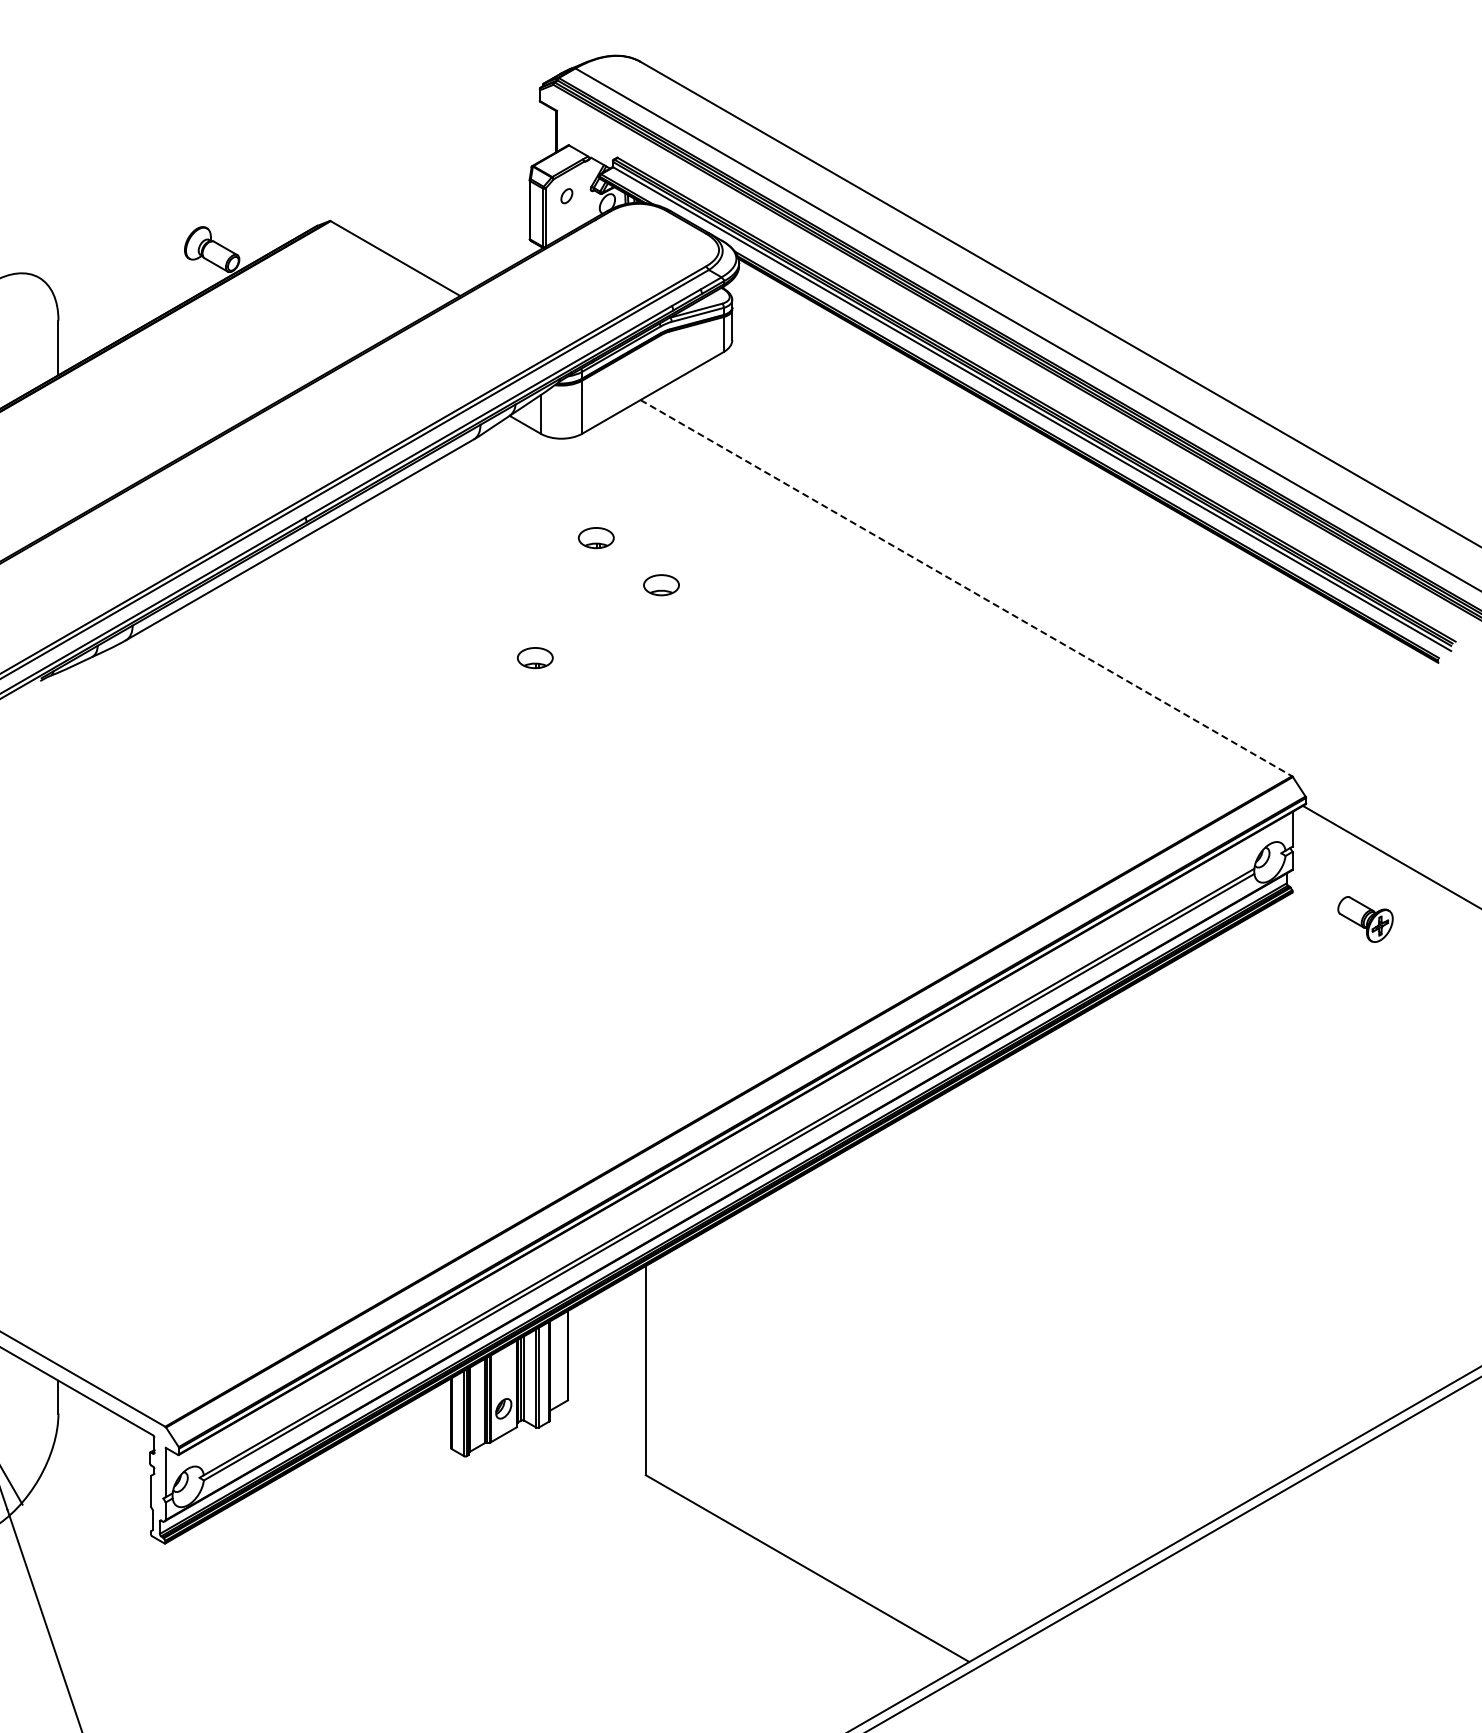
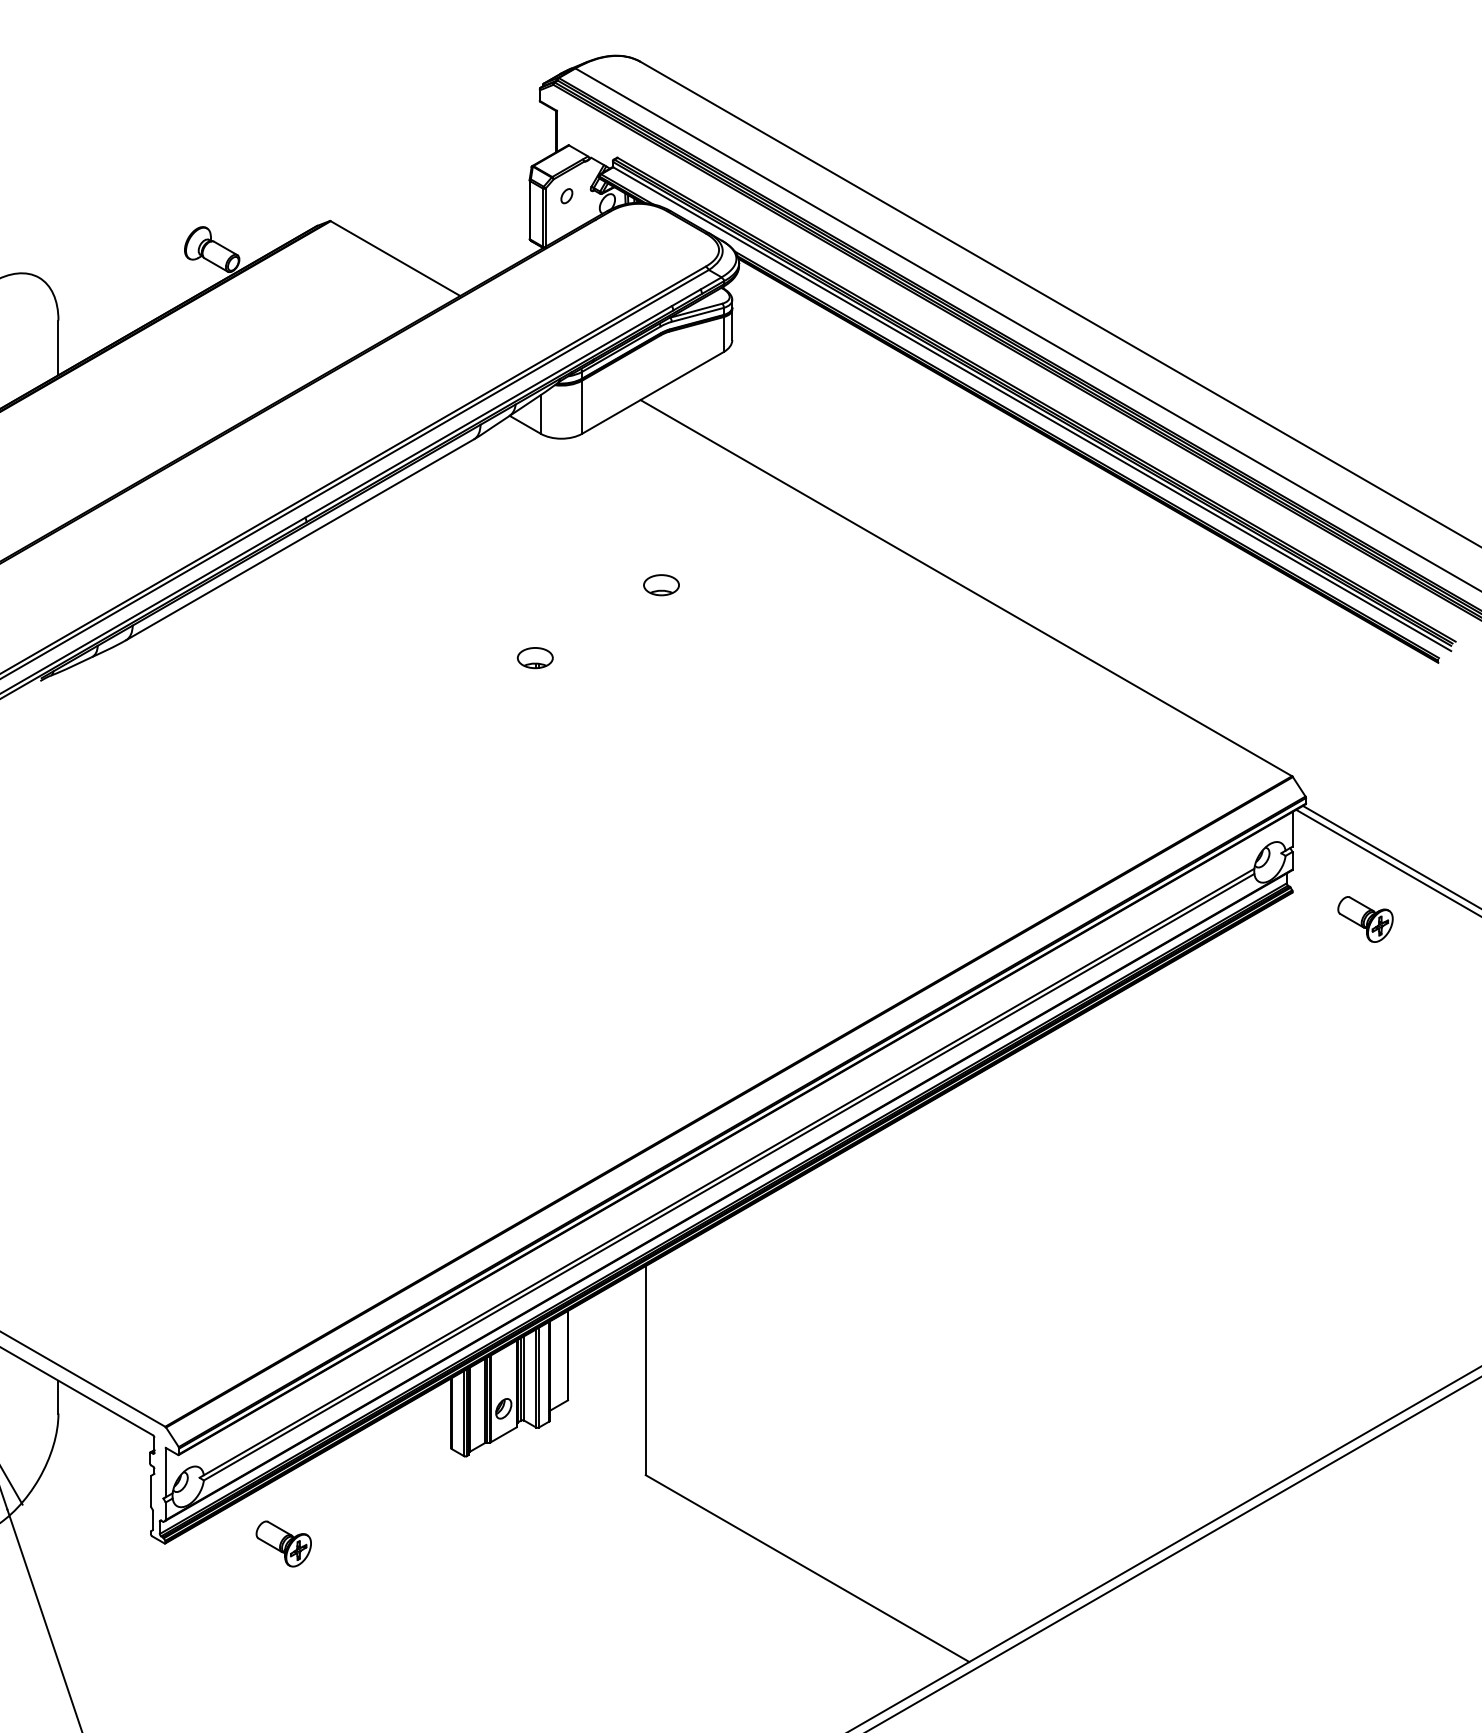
part at (595, 538): present -> none
line at (966, 588): dashed -> solid
line at (1387, 861): none -> present
part at (283, 1543): none -> present
